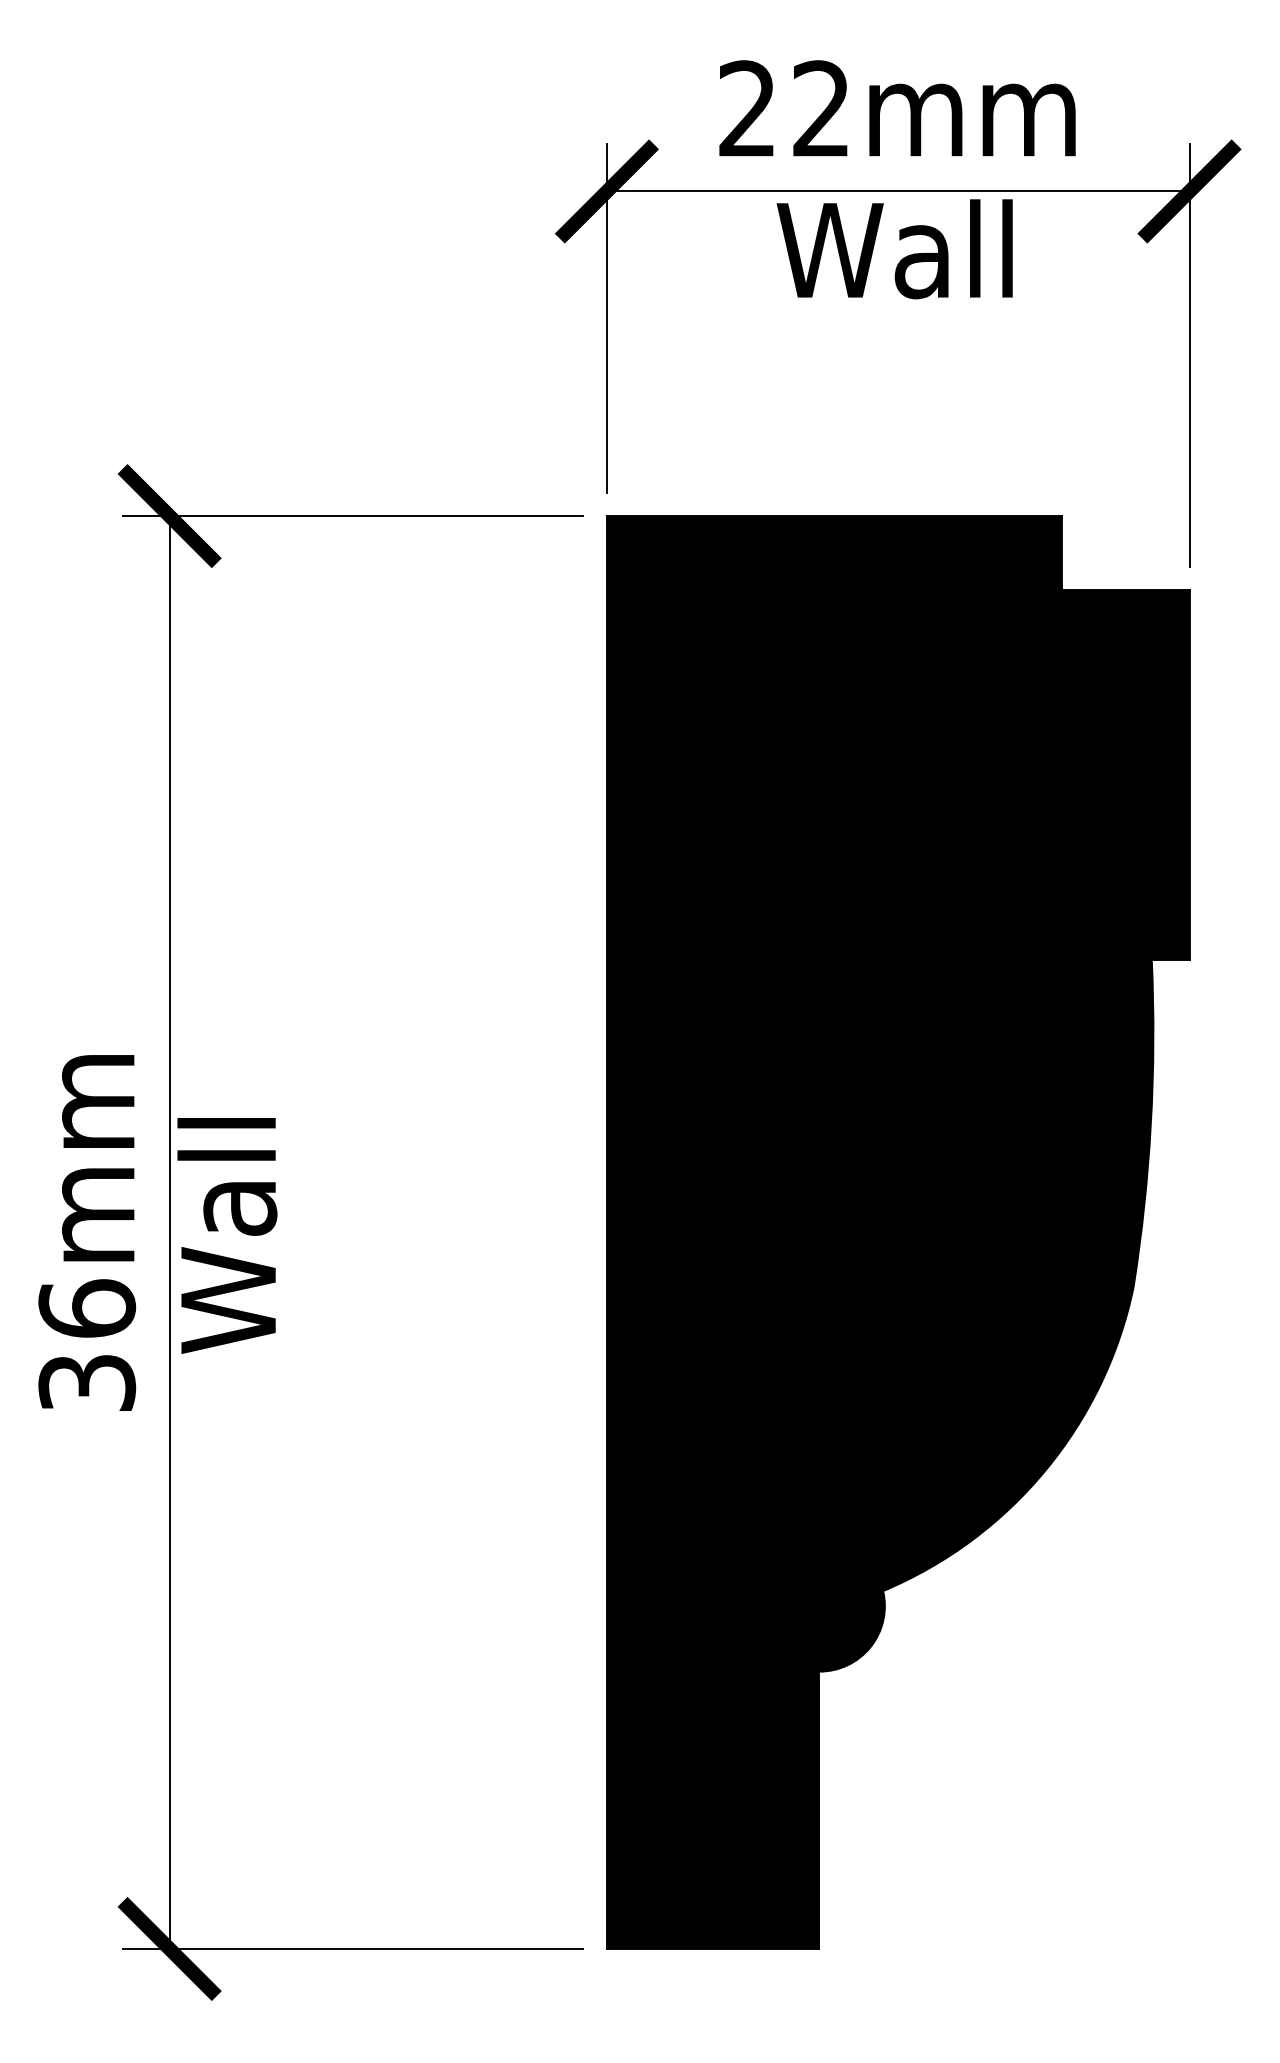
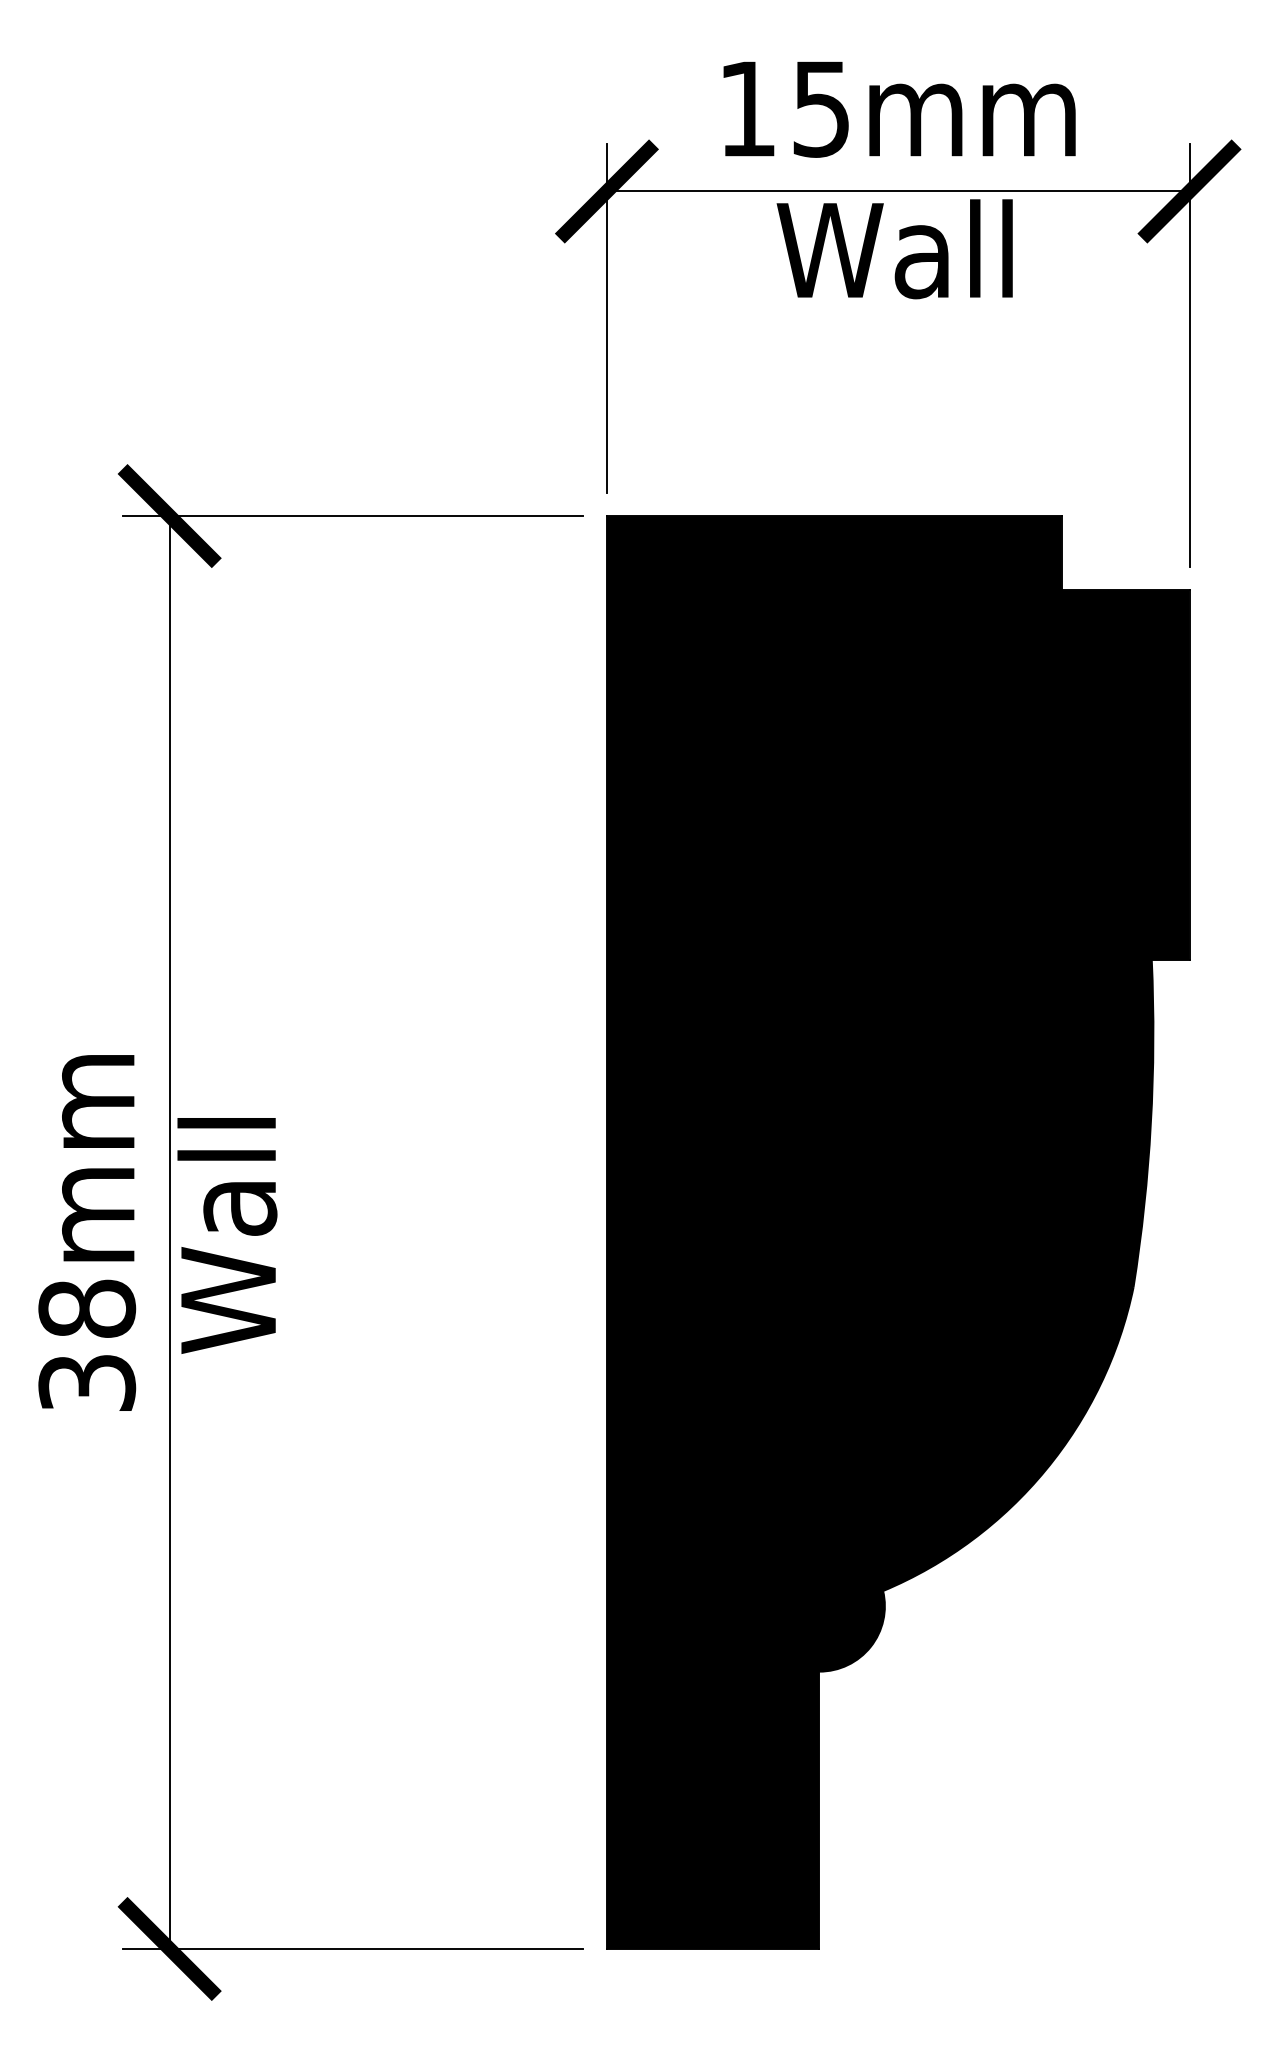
text at (783, 108): 22mm -> 15mm
text at (87, 1308): 36mm -> 38mm
